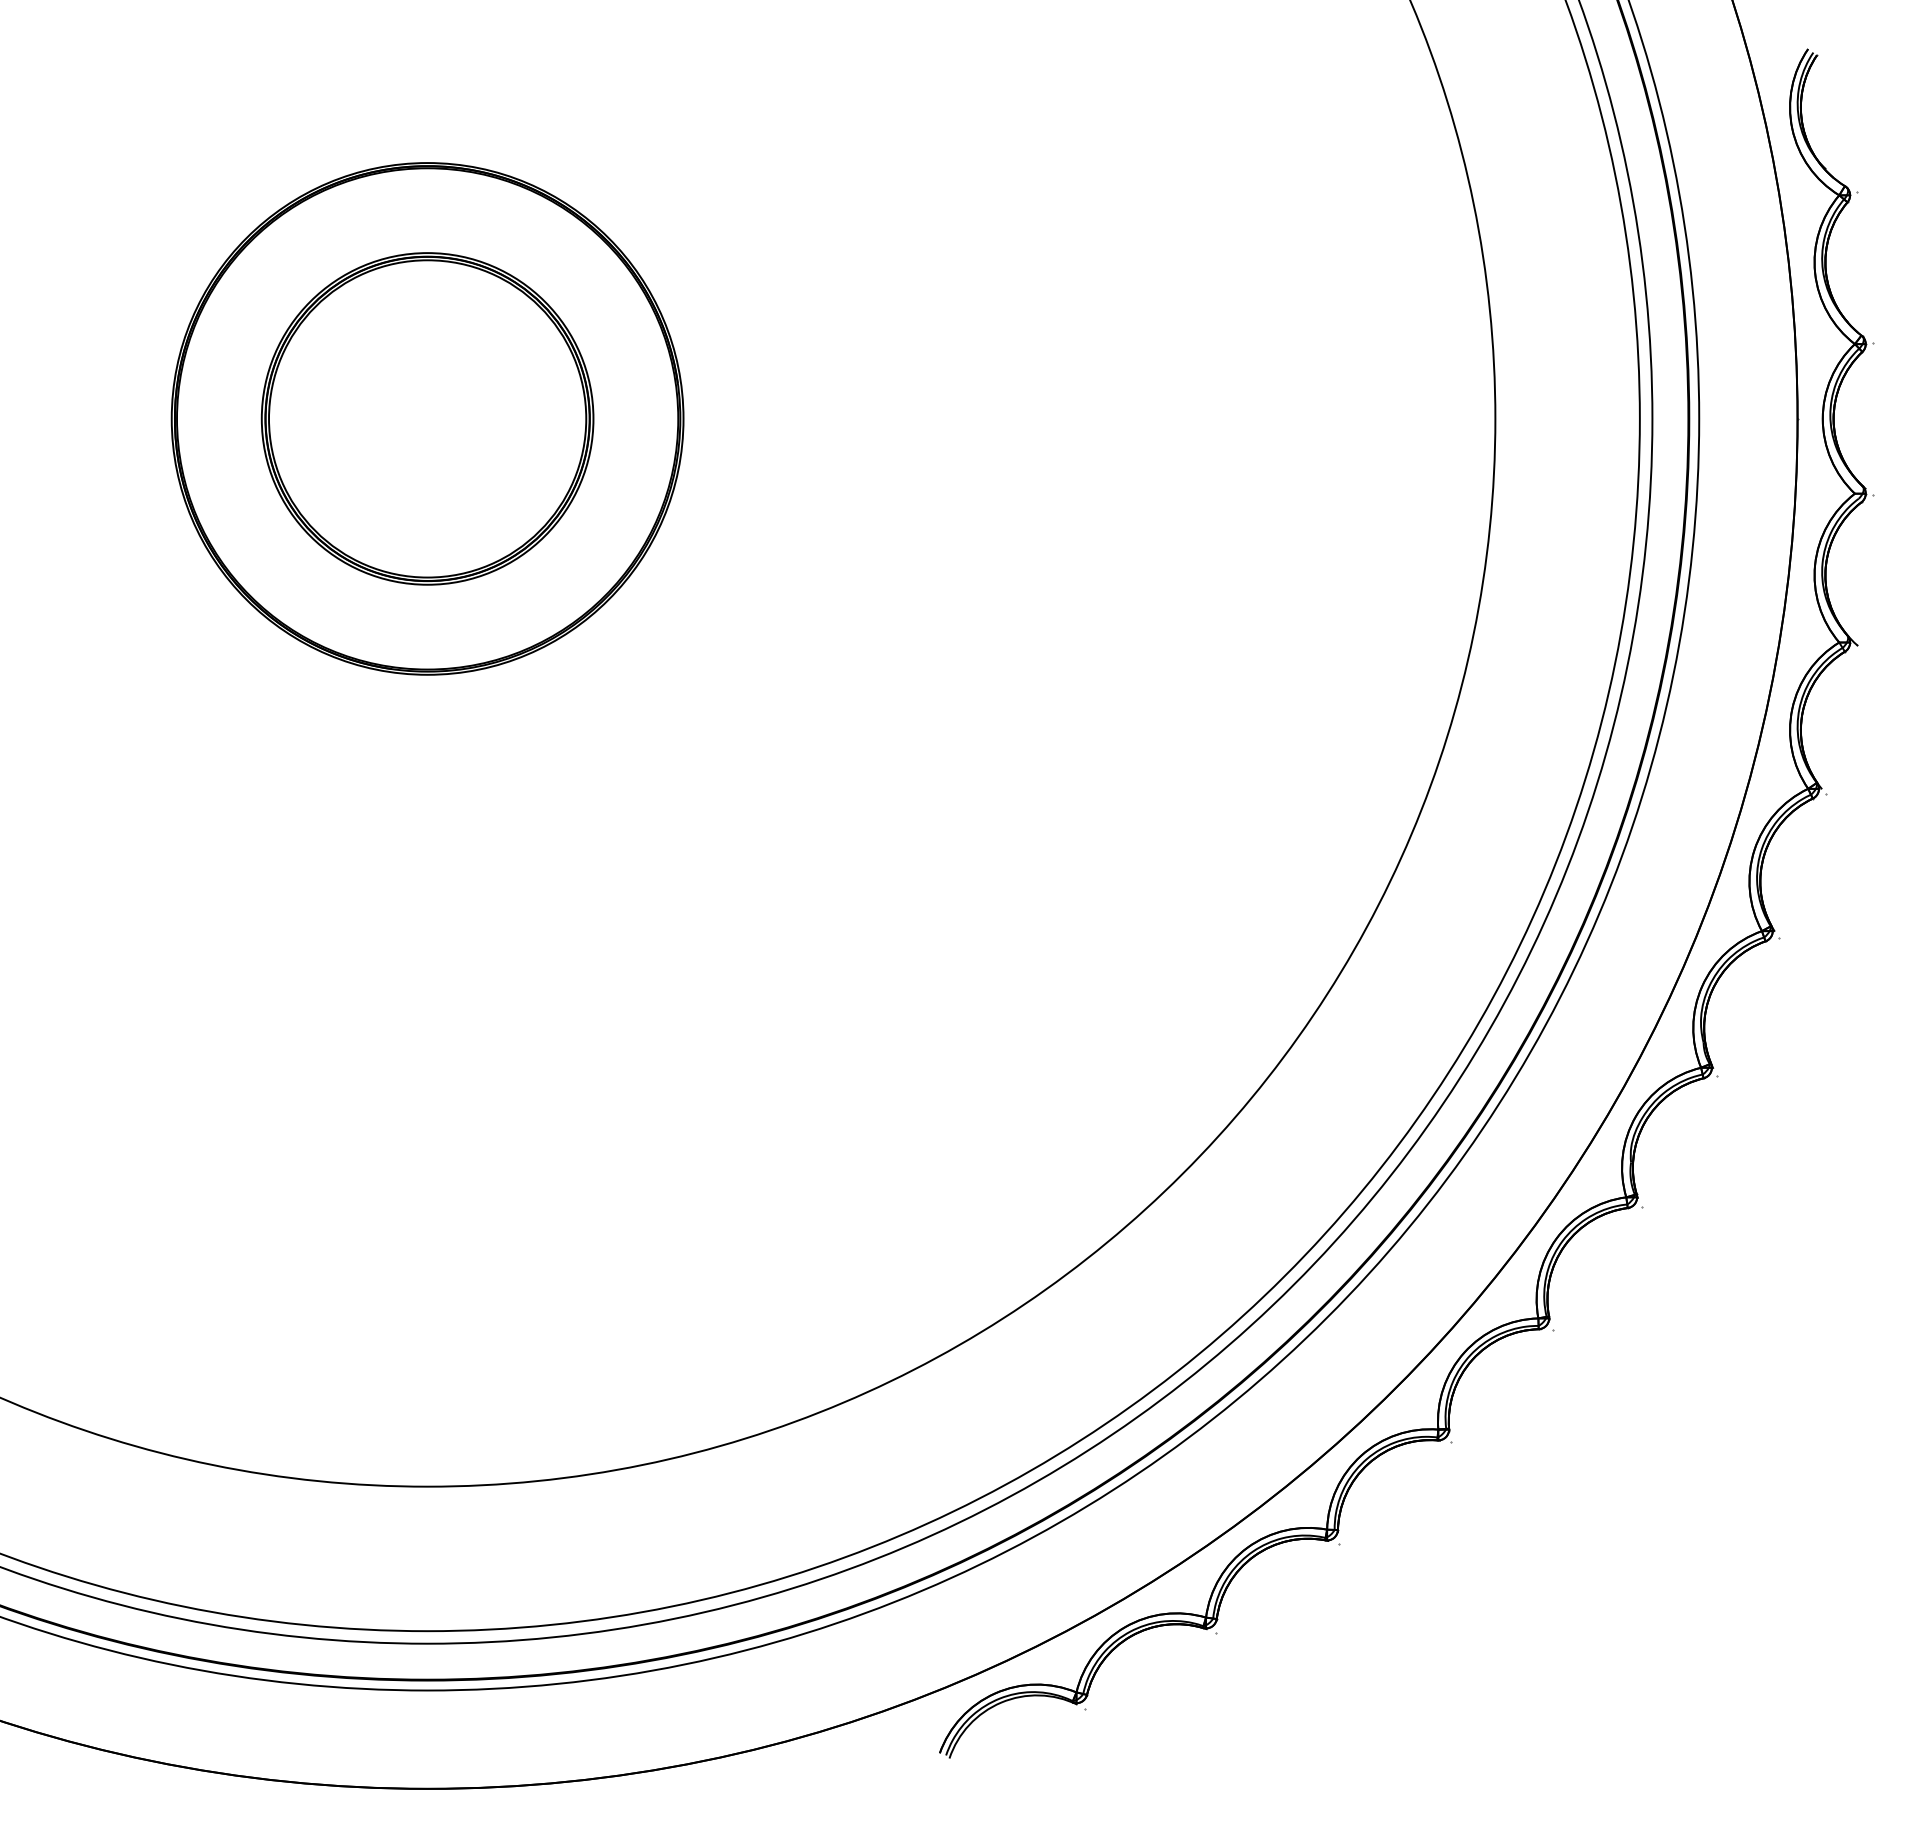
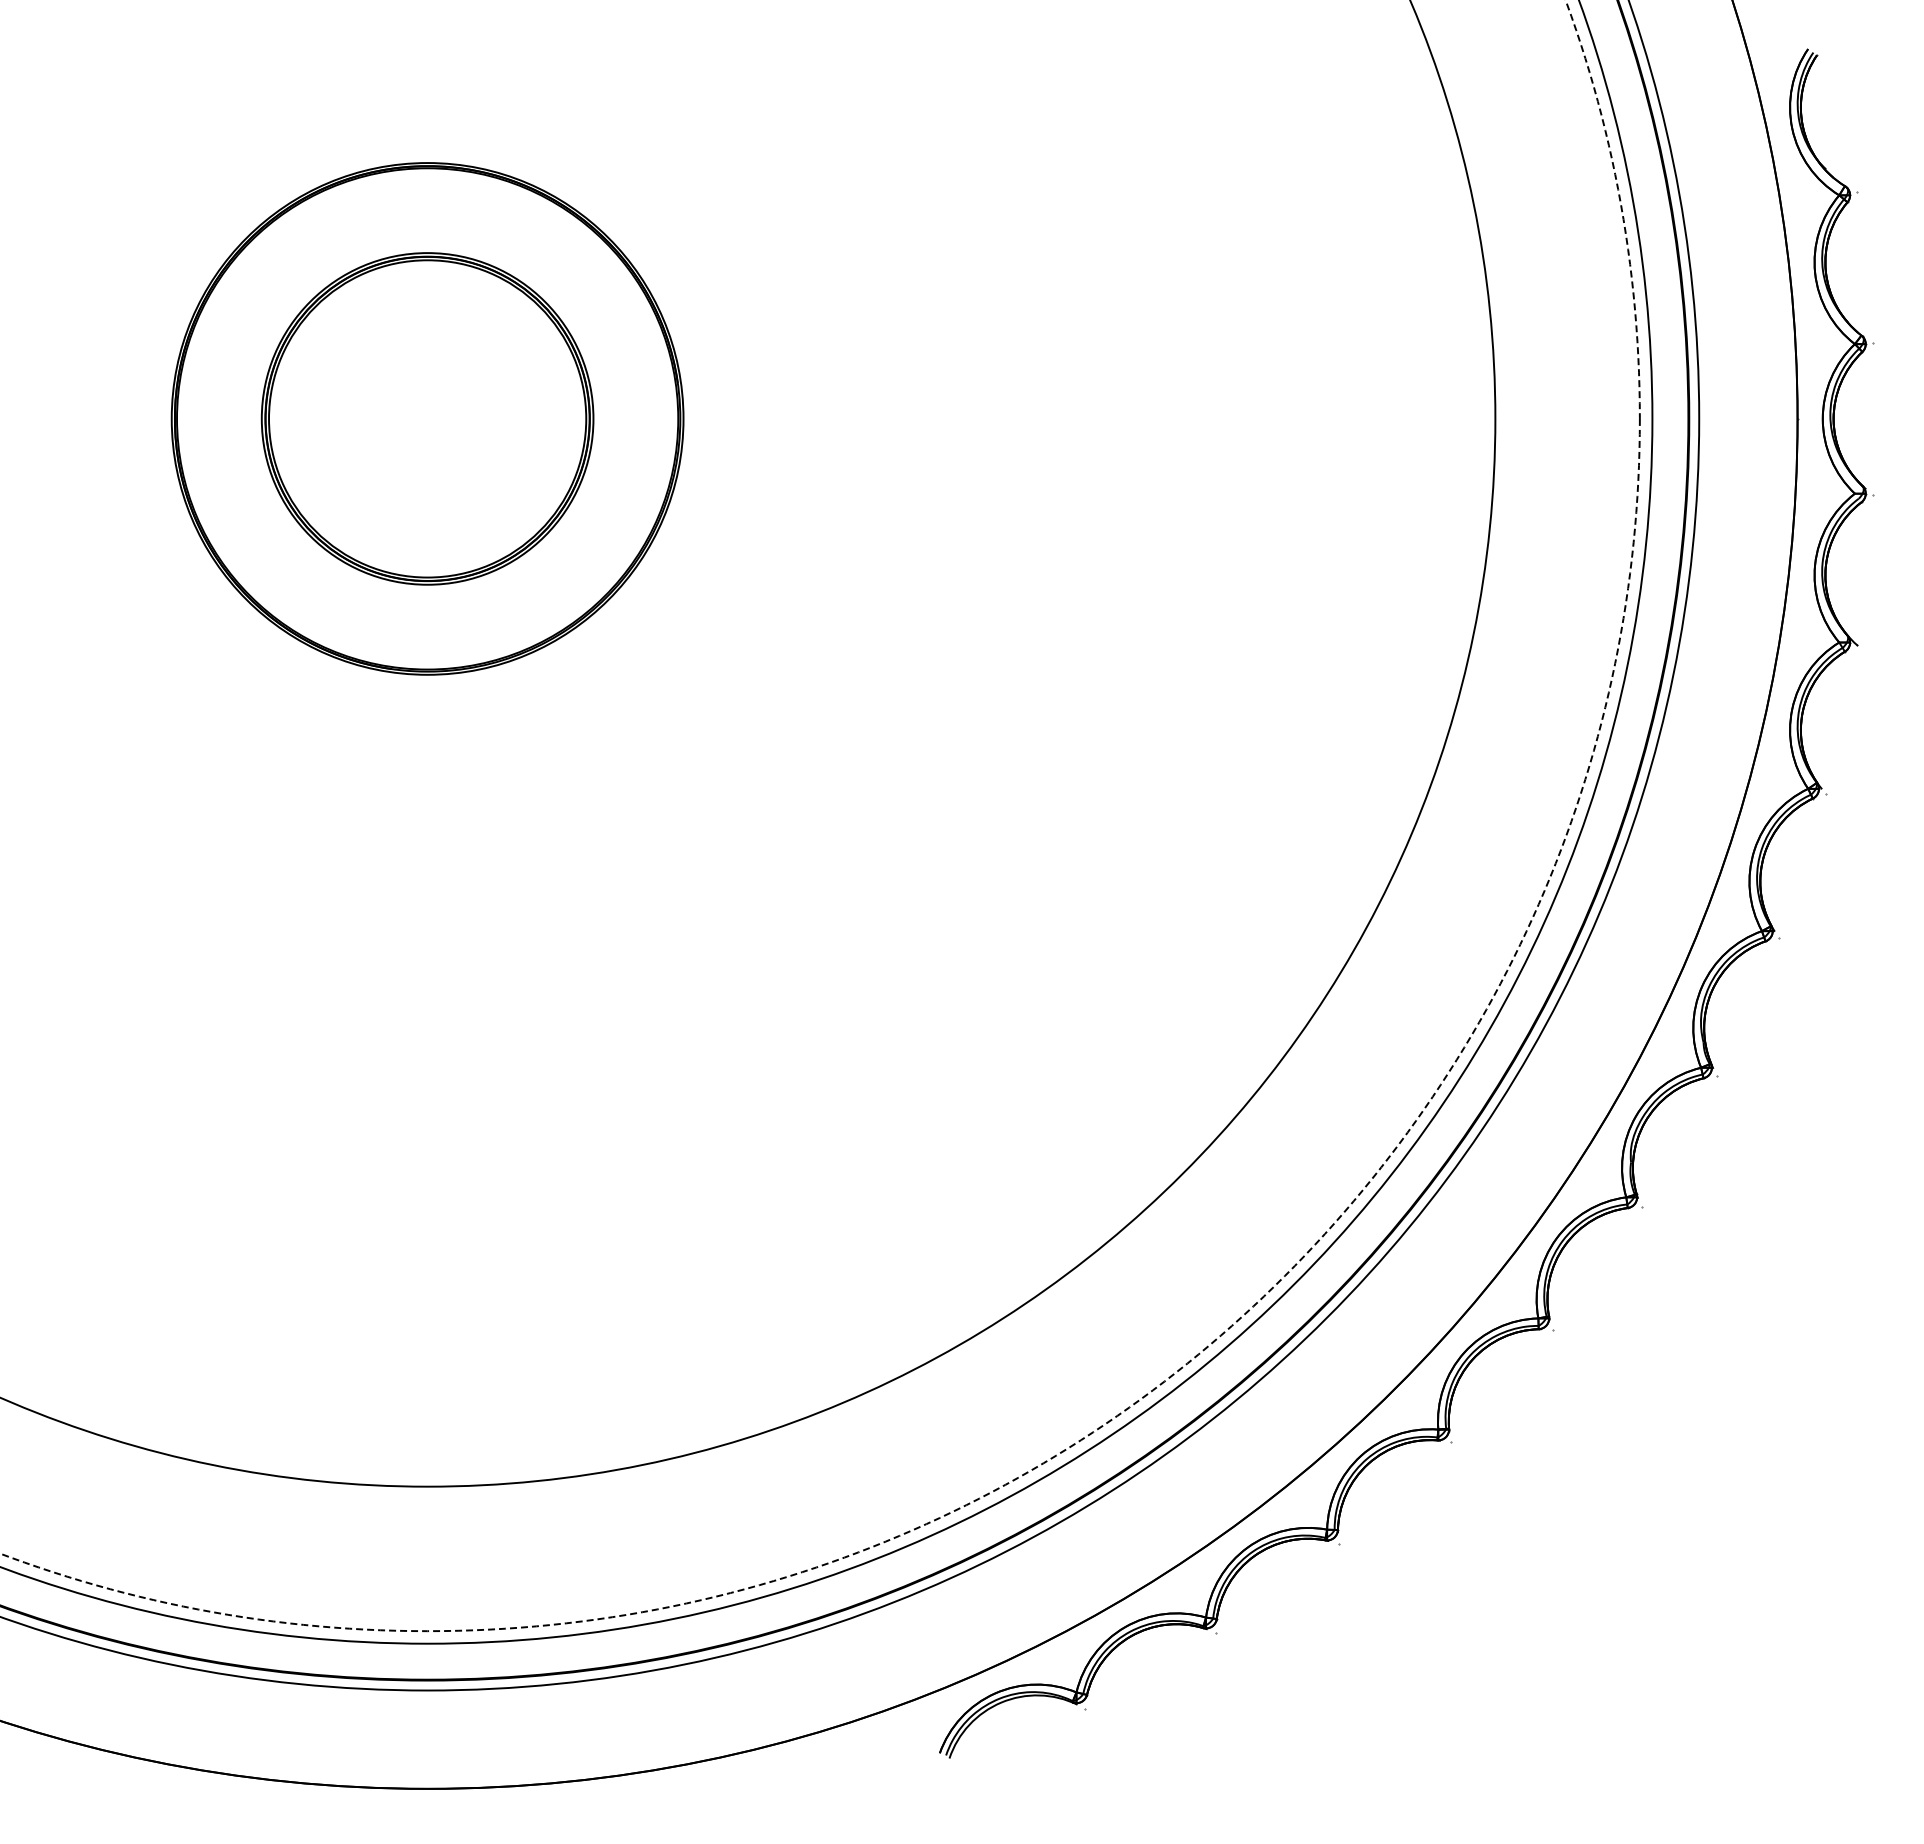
circle at (819, 815): solid -> dashed
